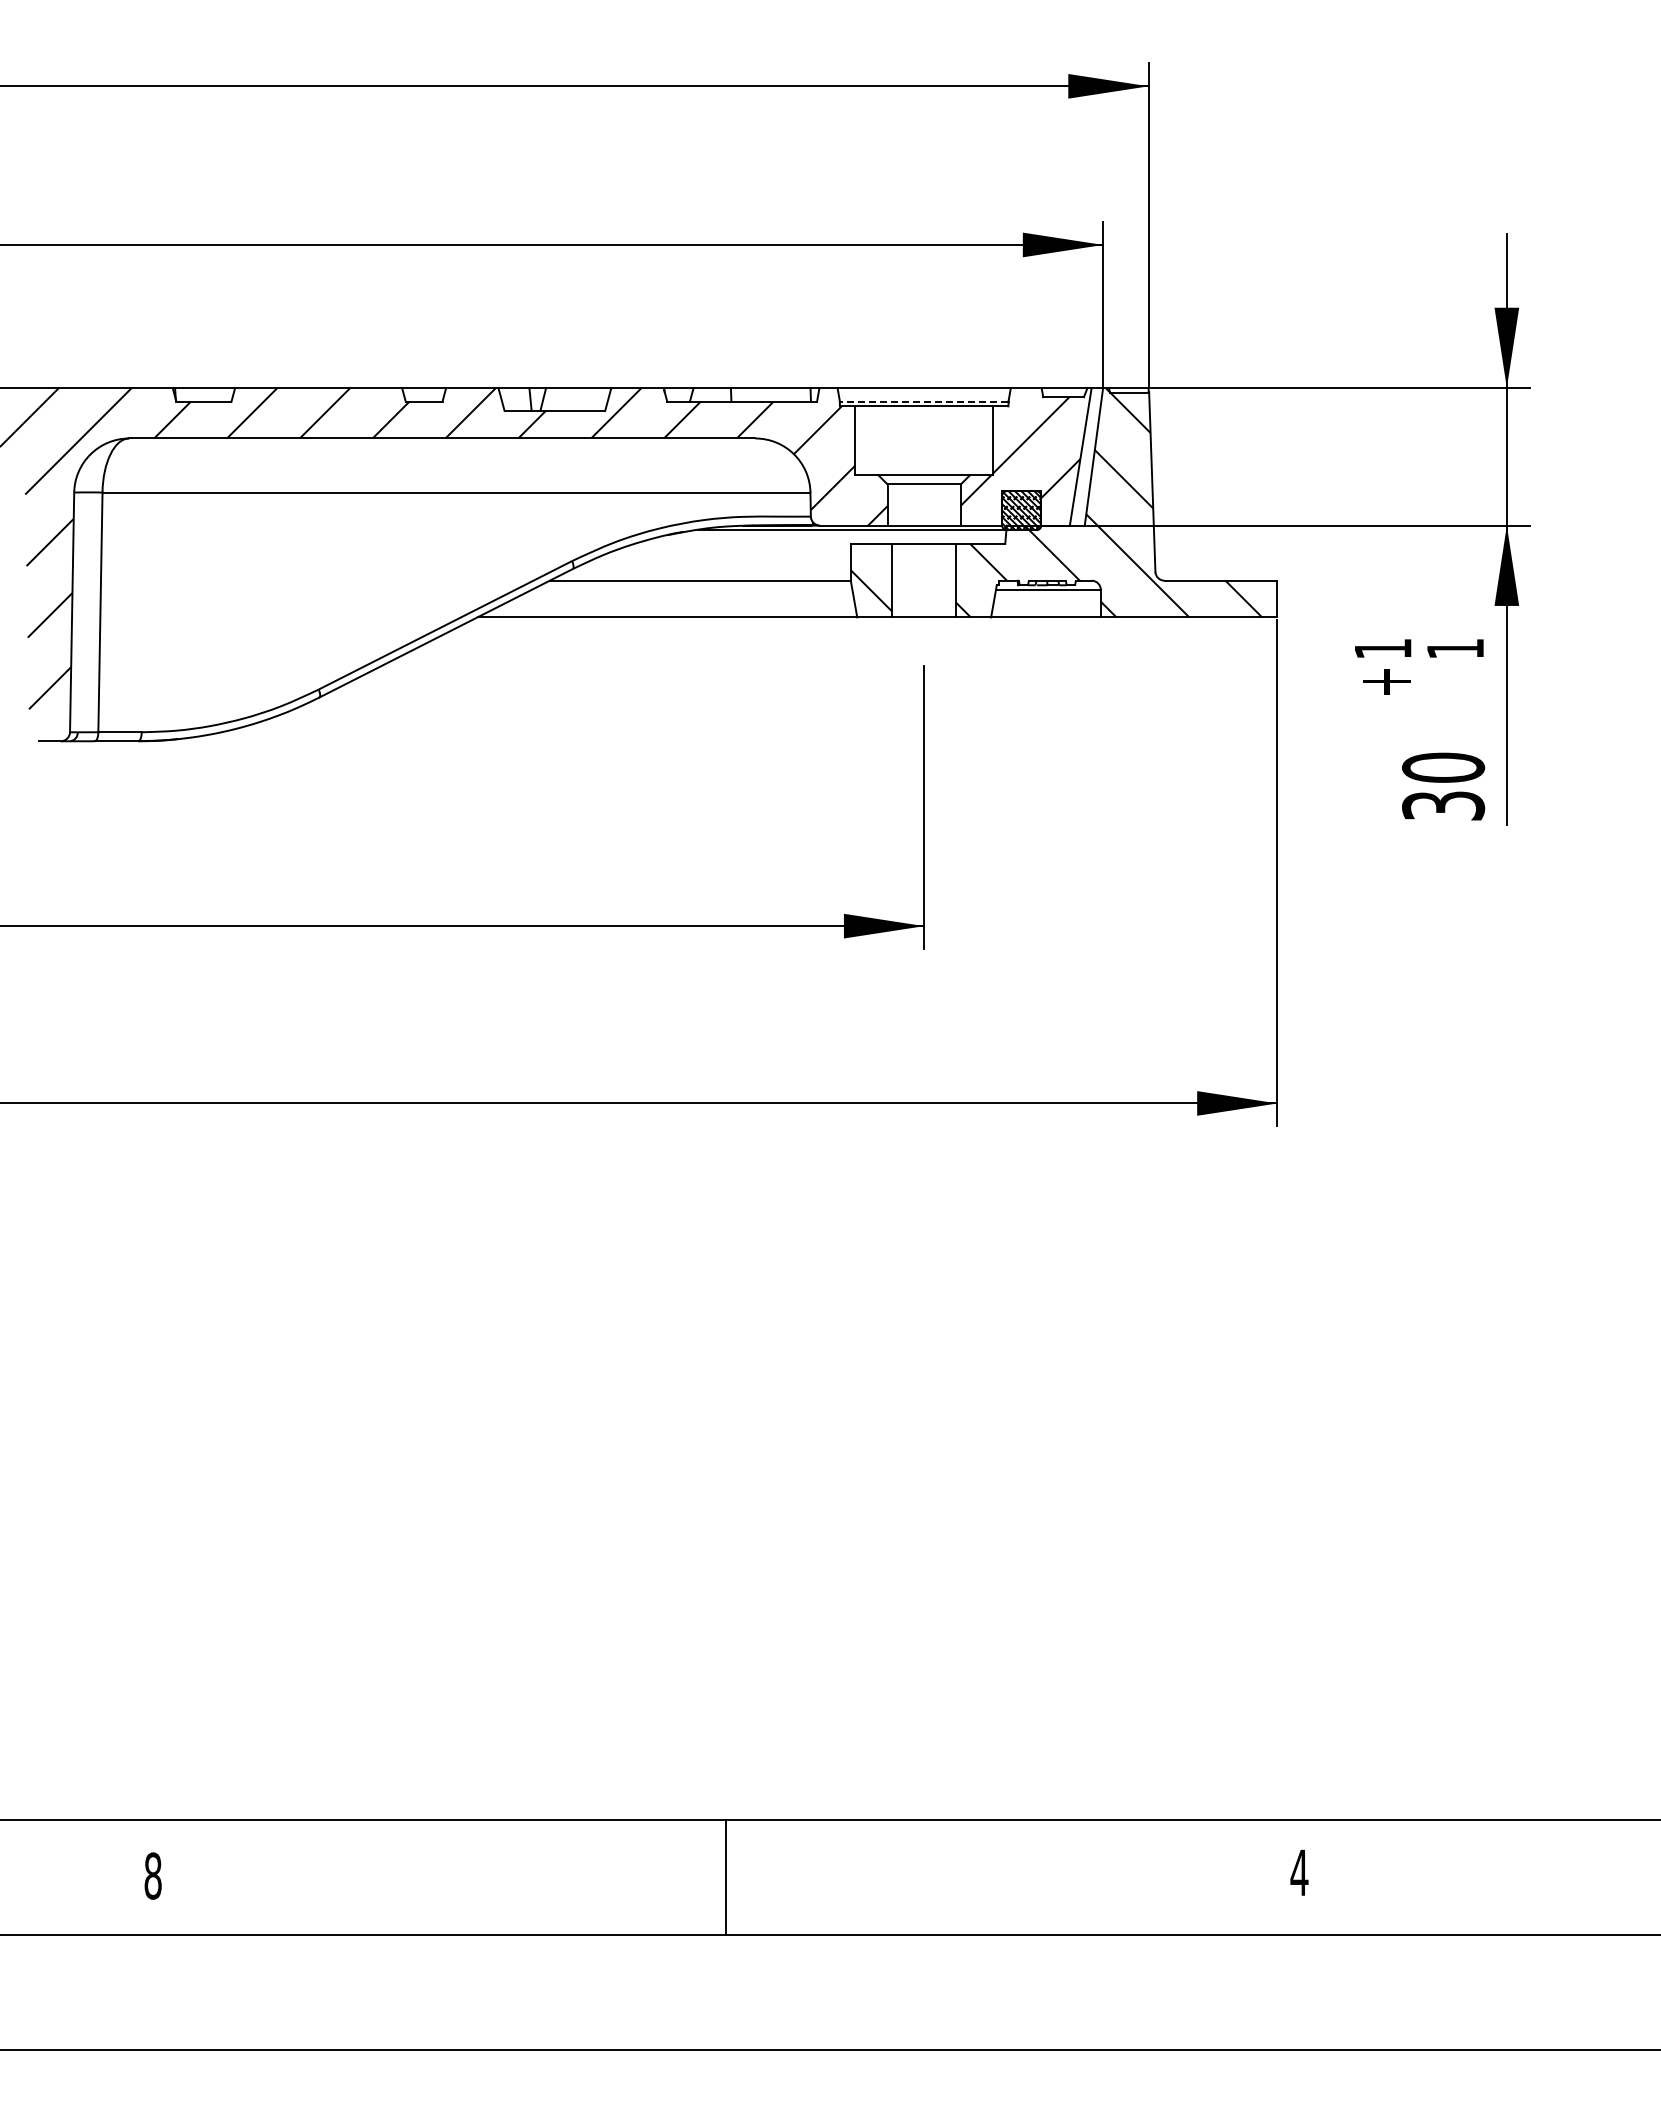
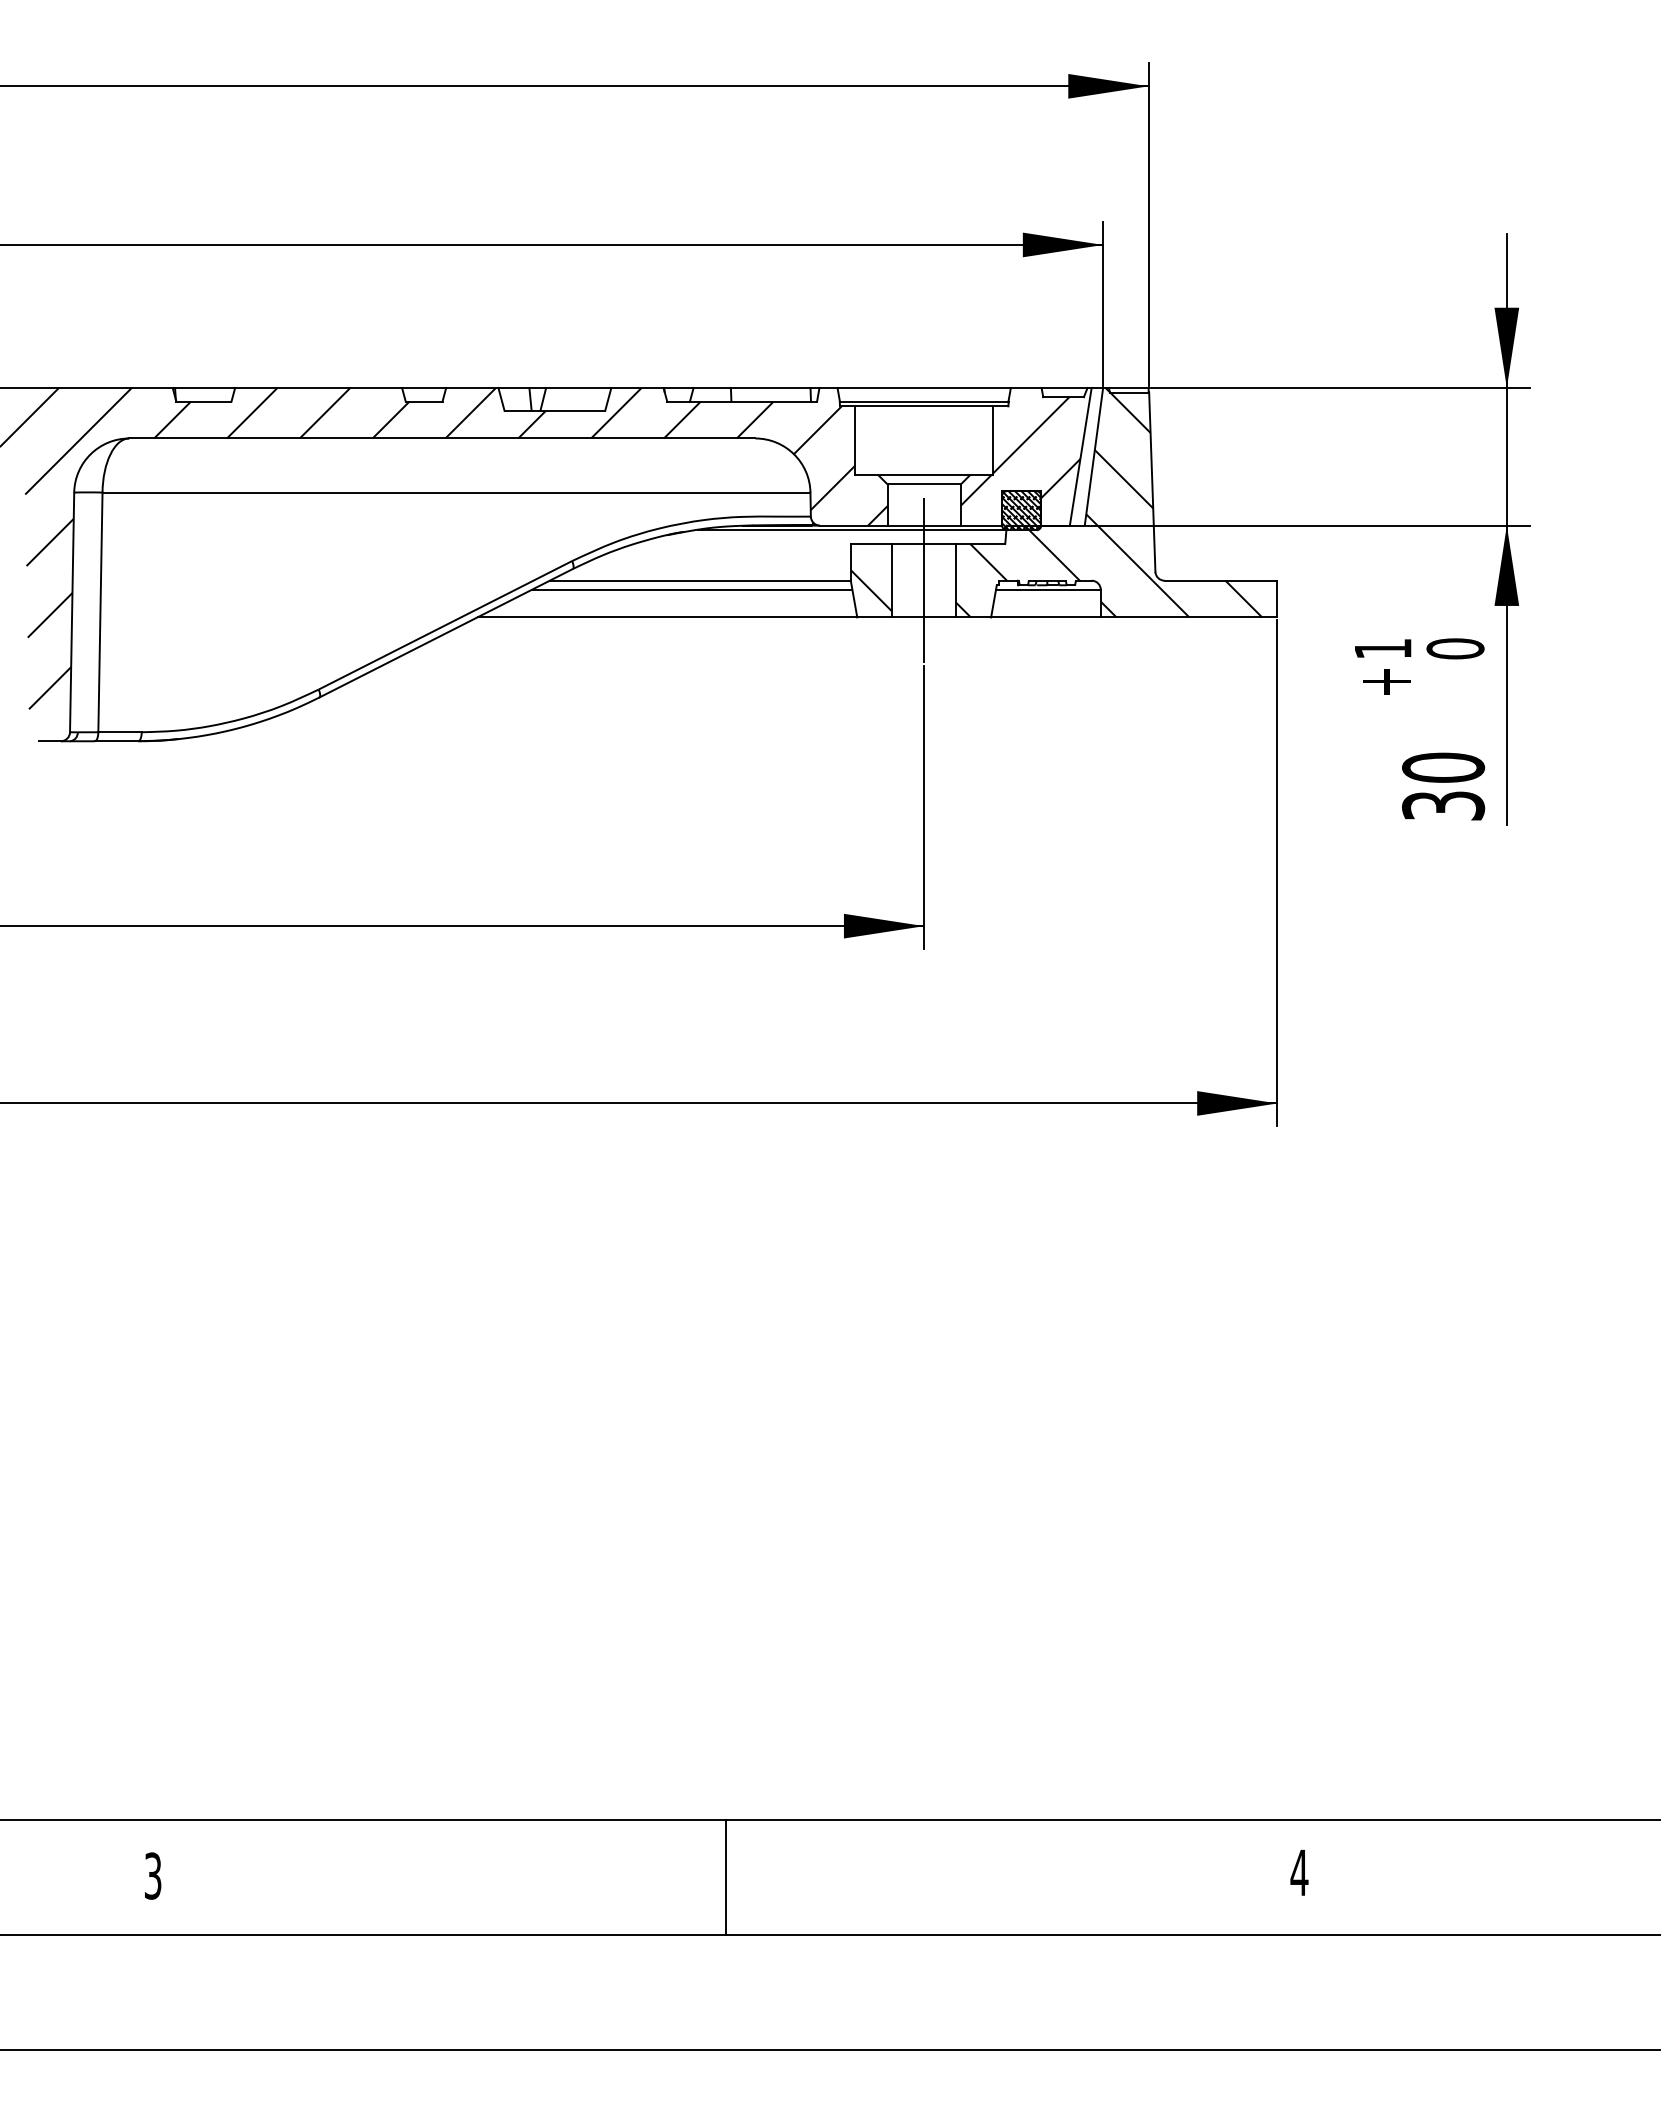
line at (923, 401): dashed -> solid
line at (924, 580): none -> present
line at (691, 589): none -> present
text at (1455, 648): 1 -> 0
text at (152, 1875): 8 -> 3
